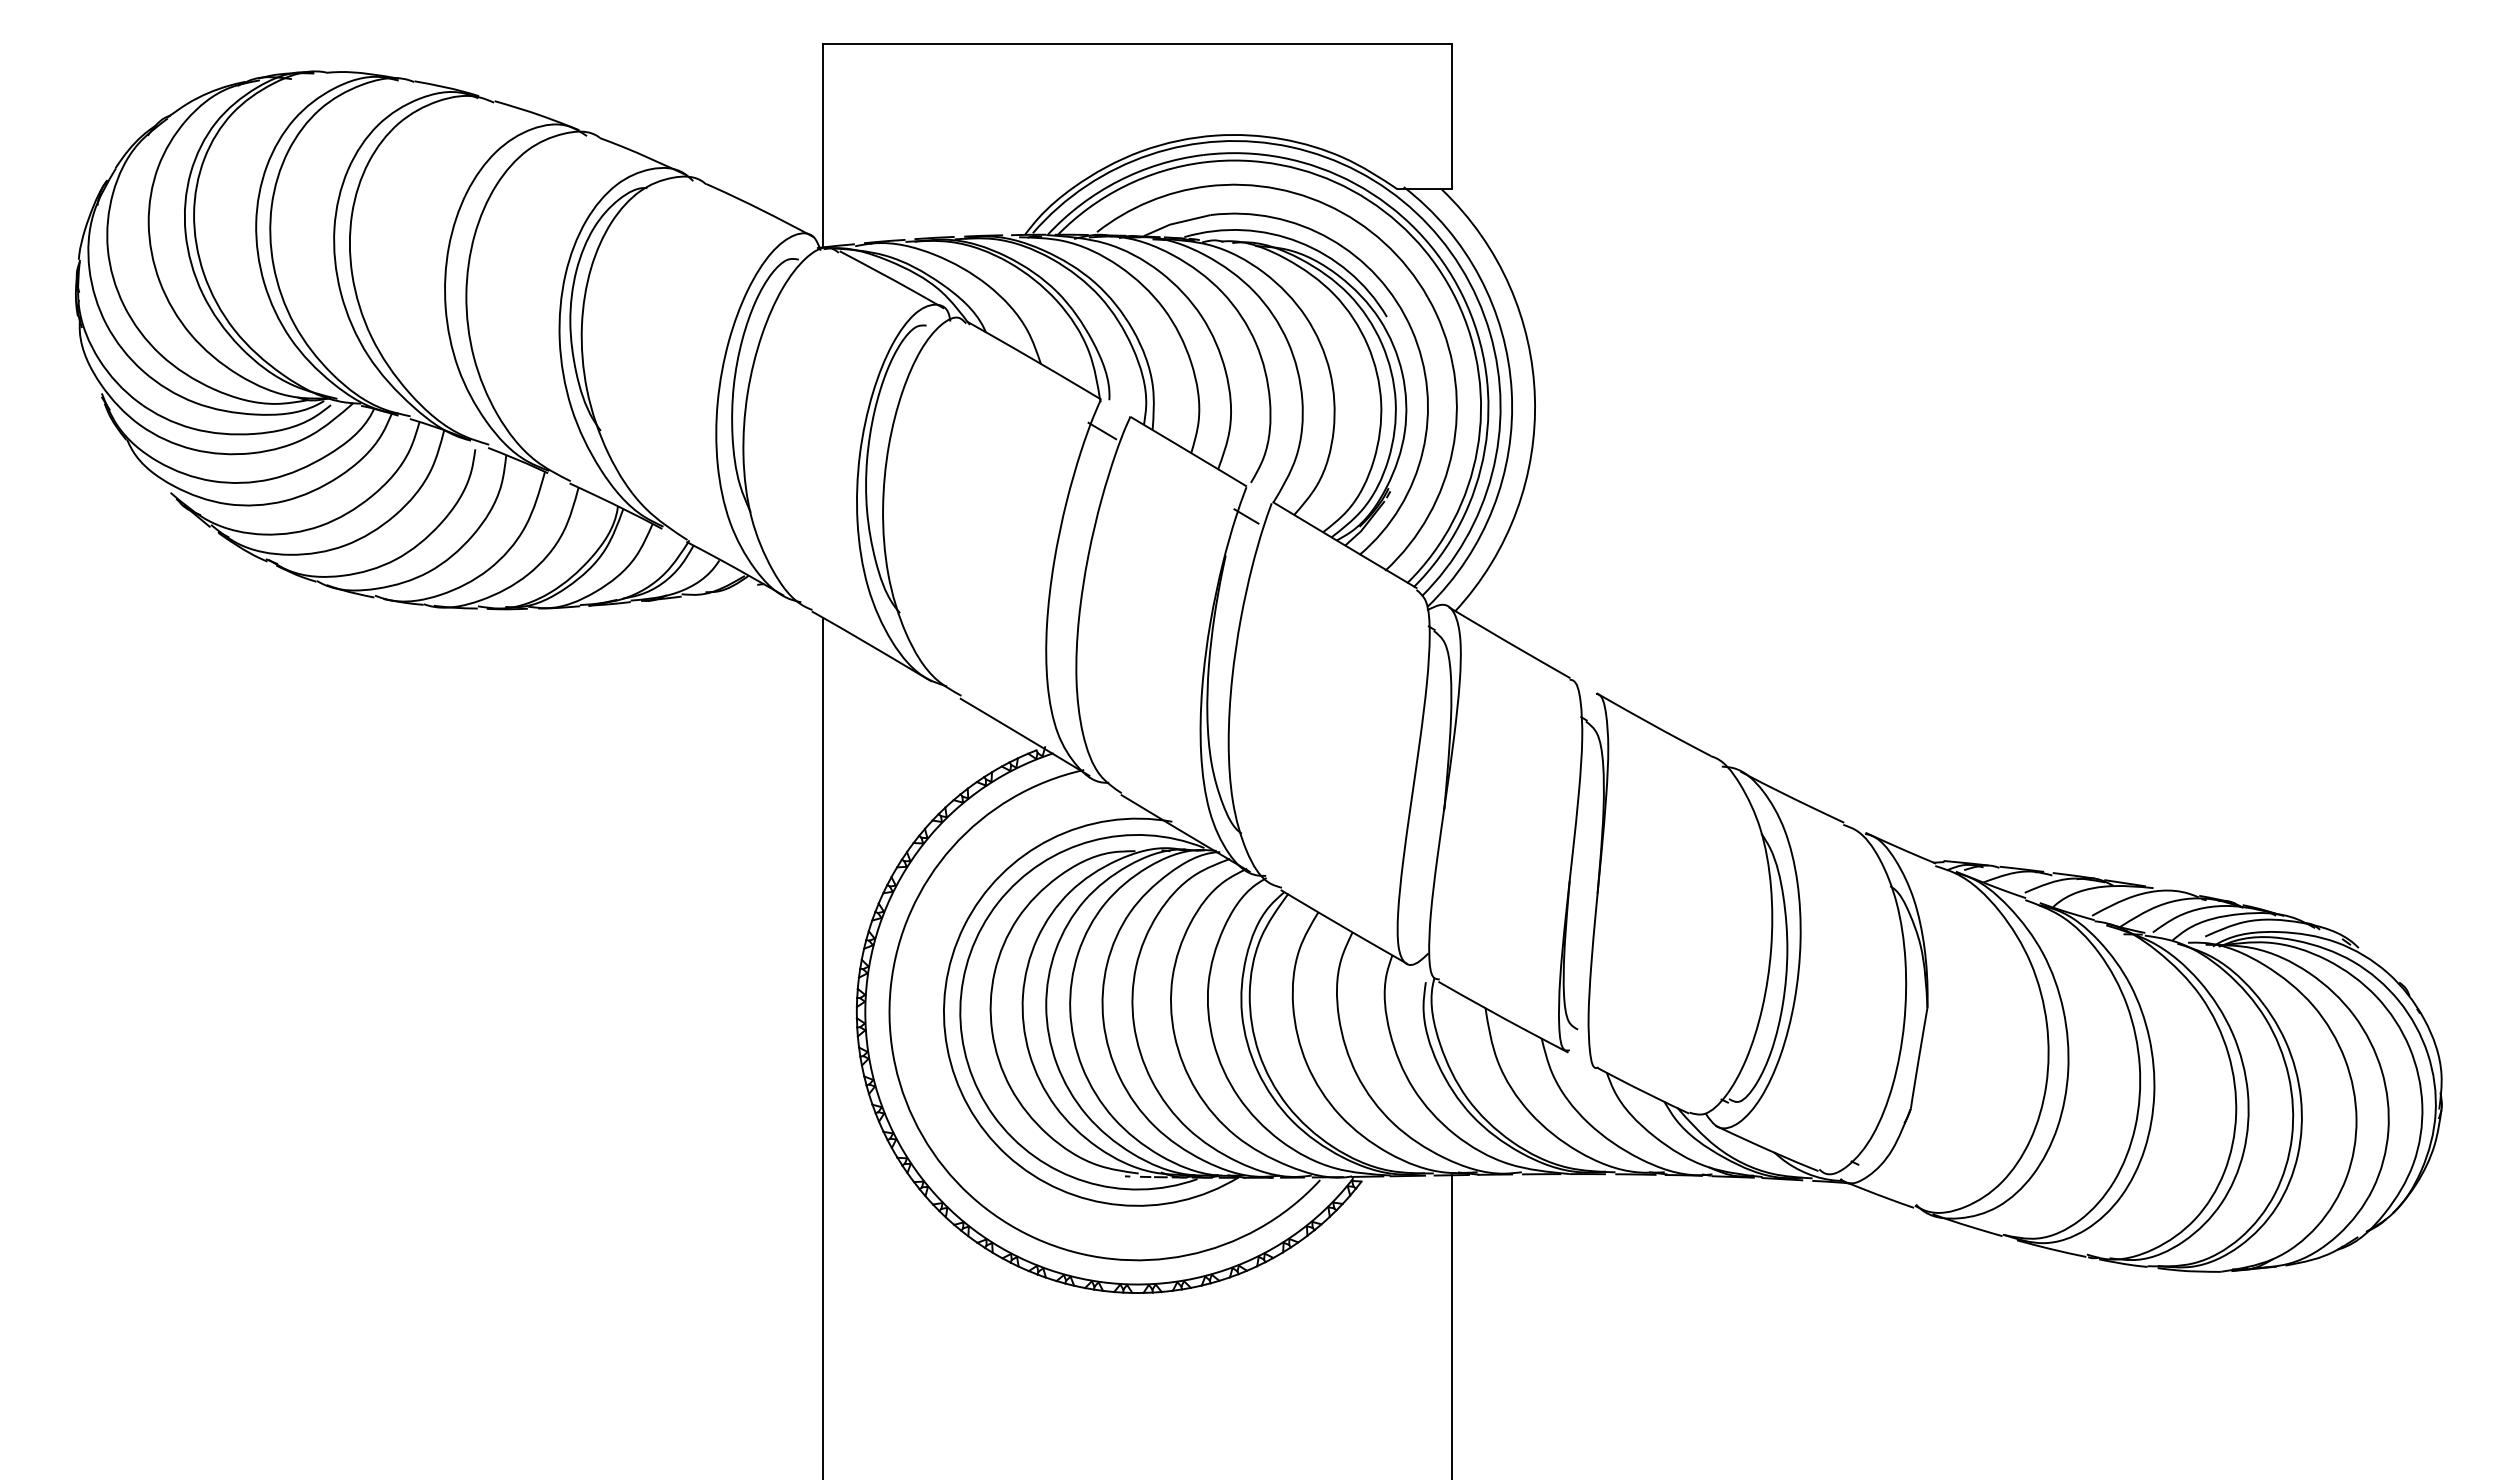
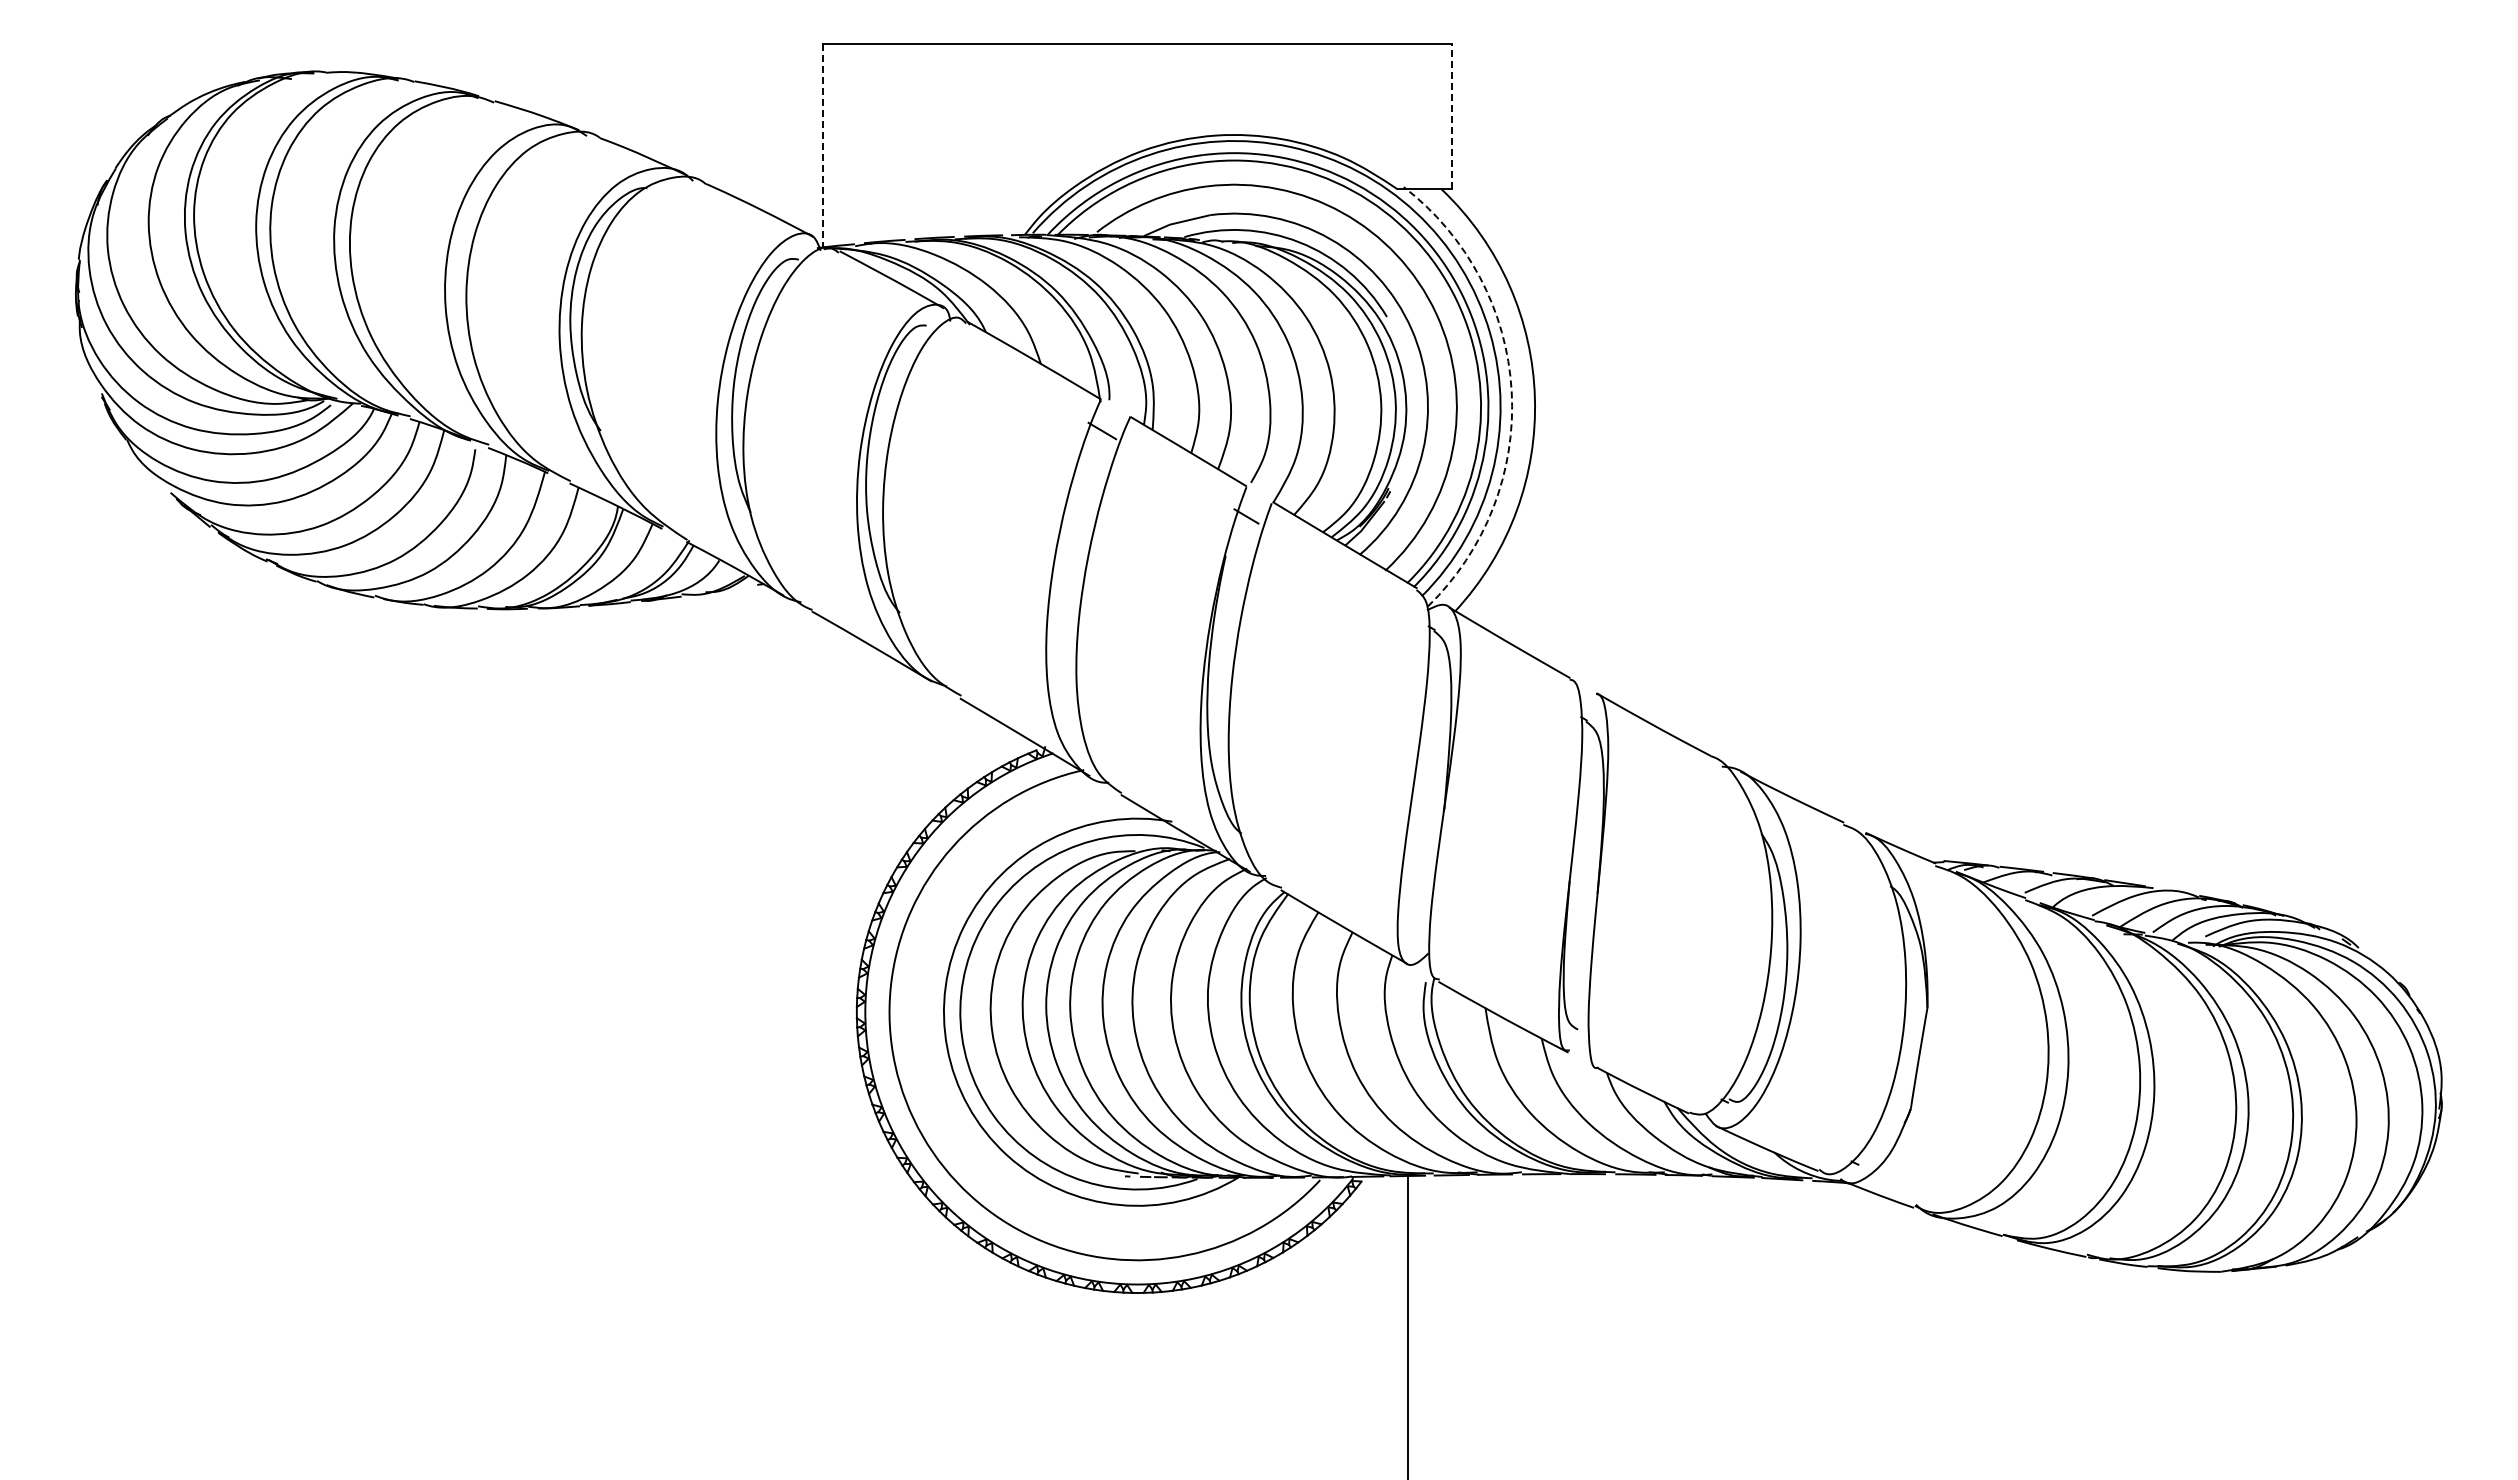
line at (1452, 116): solid -> dashed
line at (822, 145): solid -> dashed
arc at (1511, 391): solid -> dashed
line at (822, 1046): present -> none
line at (1452, 1325) position: (1452, 1325) -> (1408, 1325)
